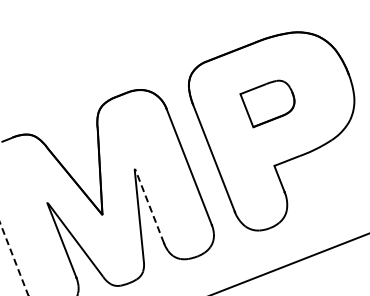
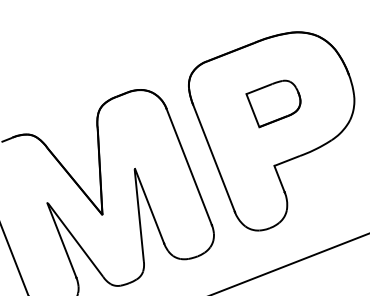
part at (267, 103) position: (267, 103) -> (273, 103)
line at (149, 206): dashed -> solid
line at (14, 259): dashed -> solid
